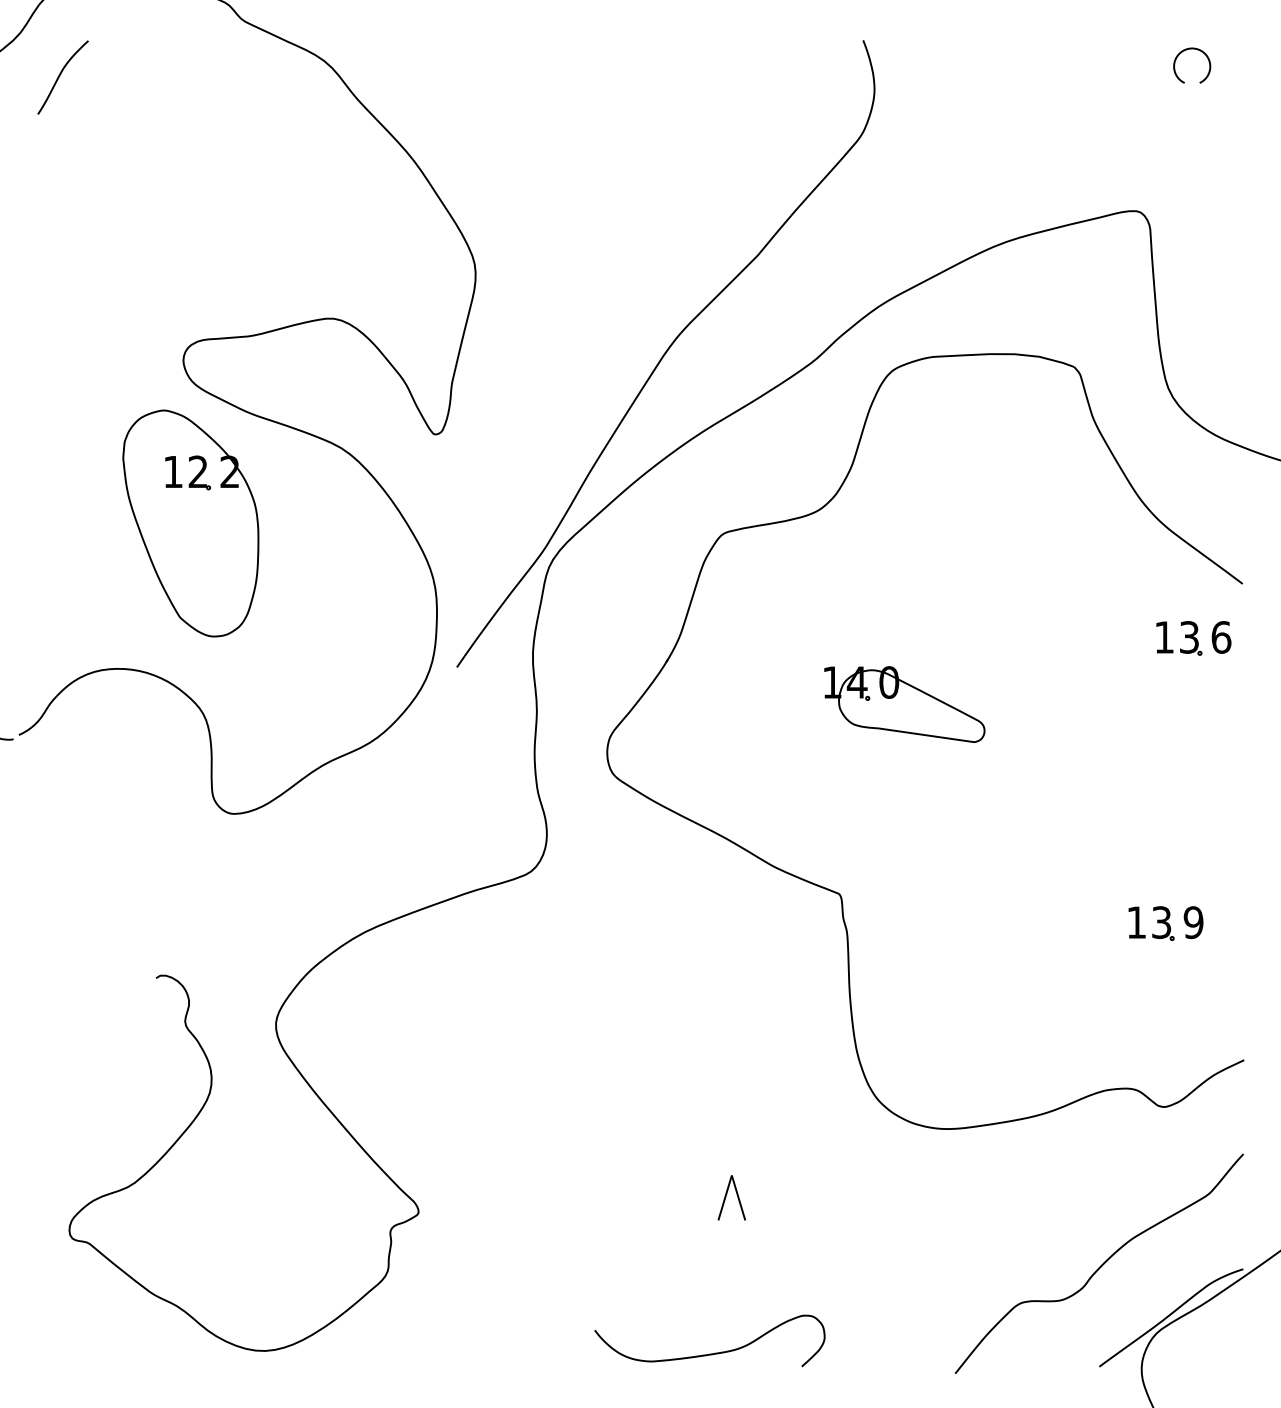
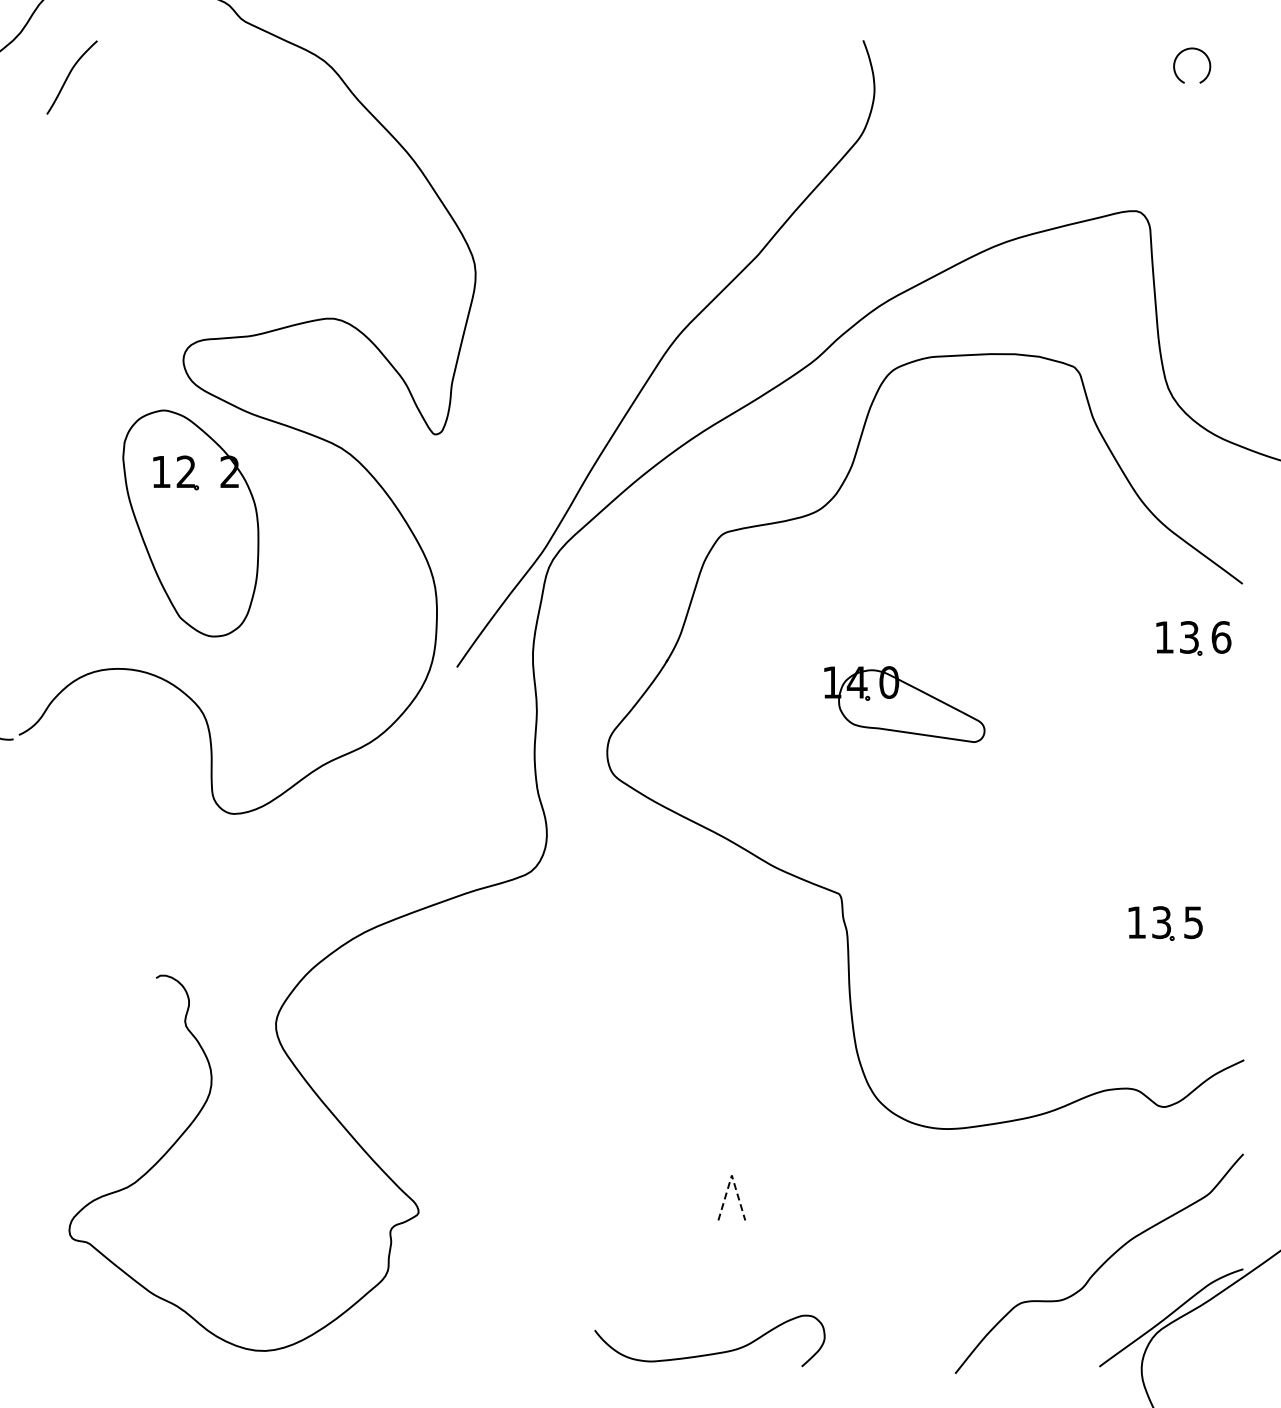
curve at (60, 76) position: (60, 76) -> (69, 76)
part at (194, 477) position: (194, 477) -> (182, 477)
text at (1193, 922): 9 -> 5
line at (731, 1175): solid -> dashed
